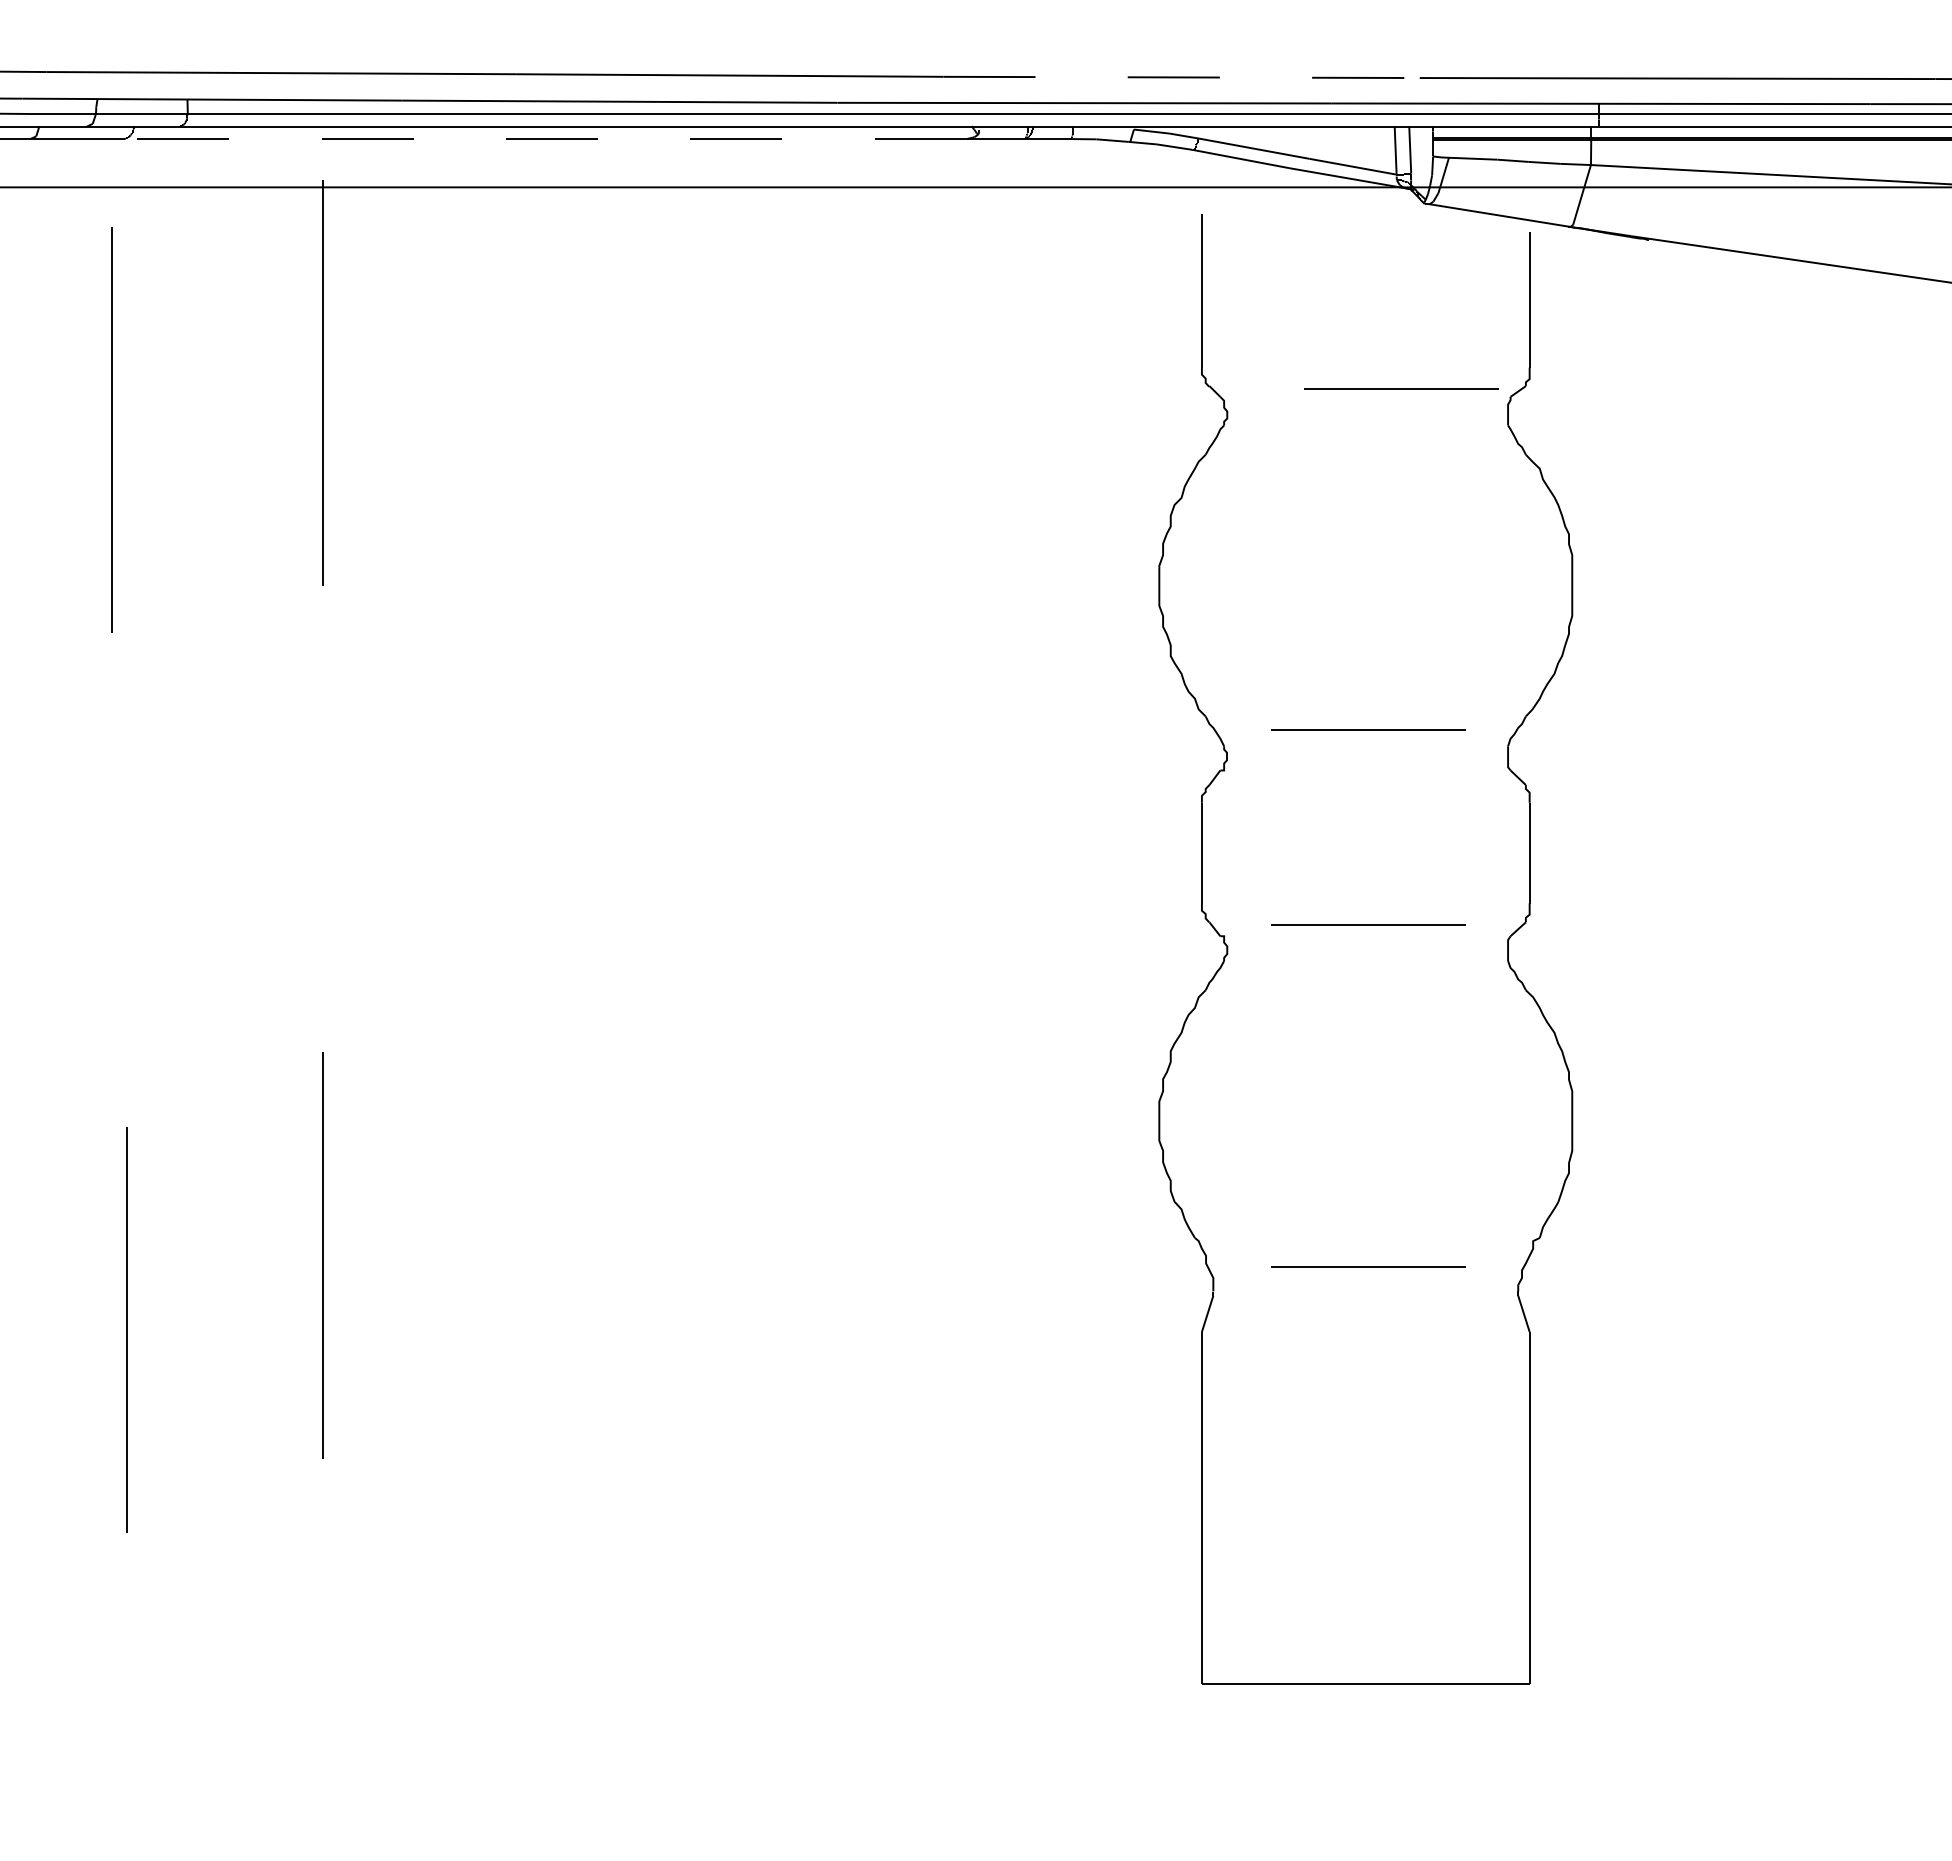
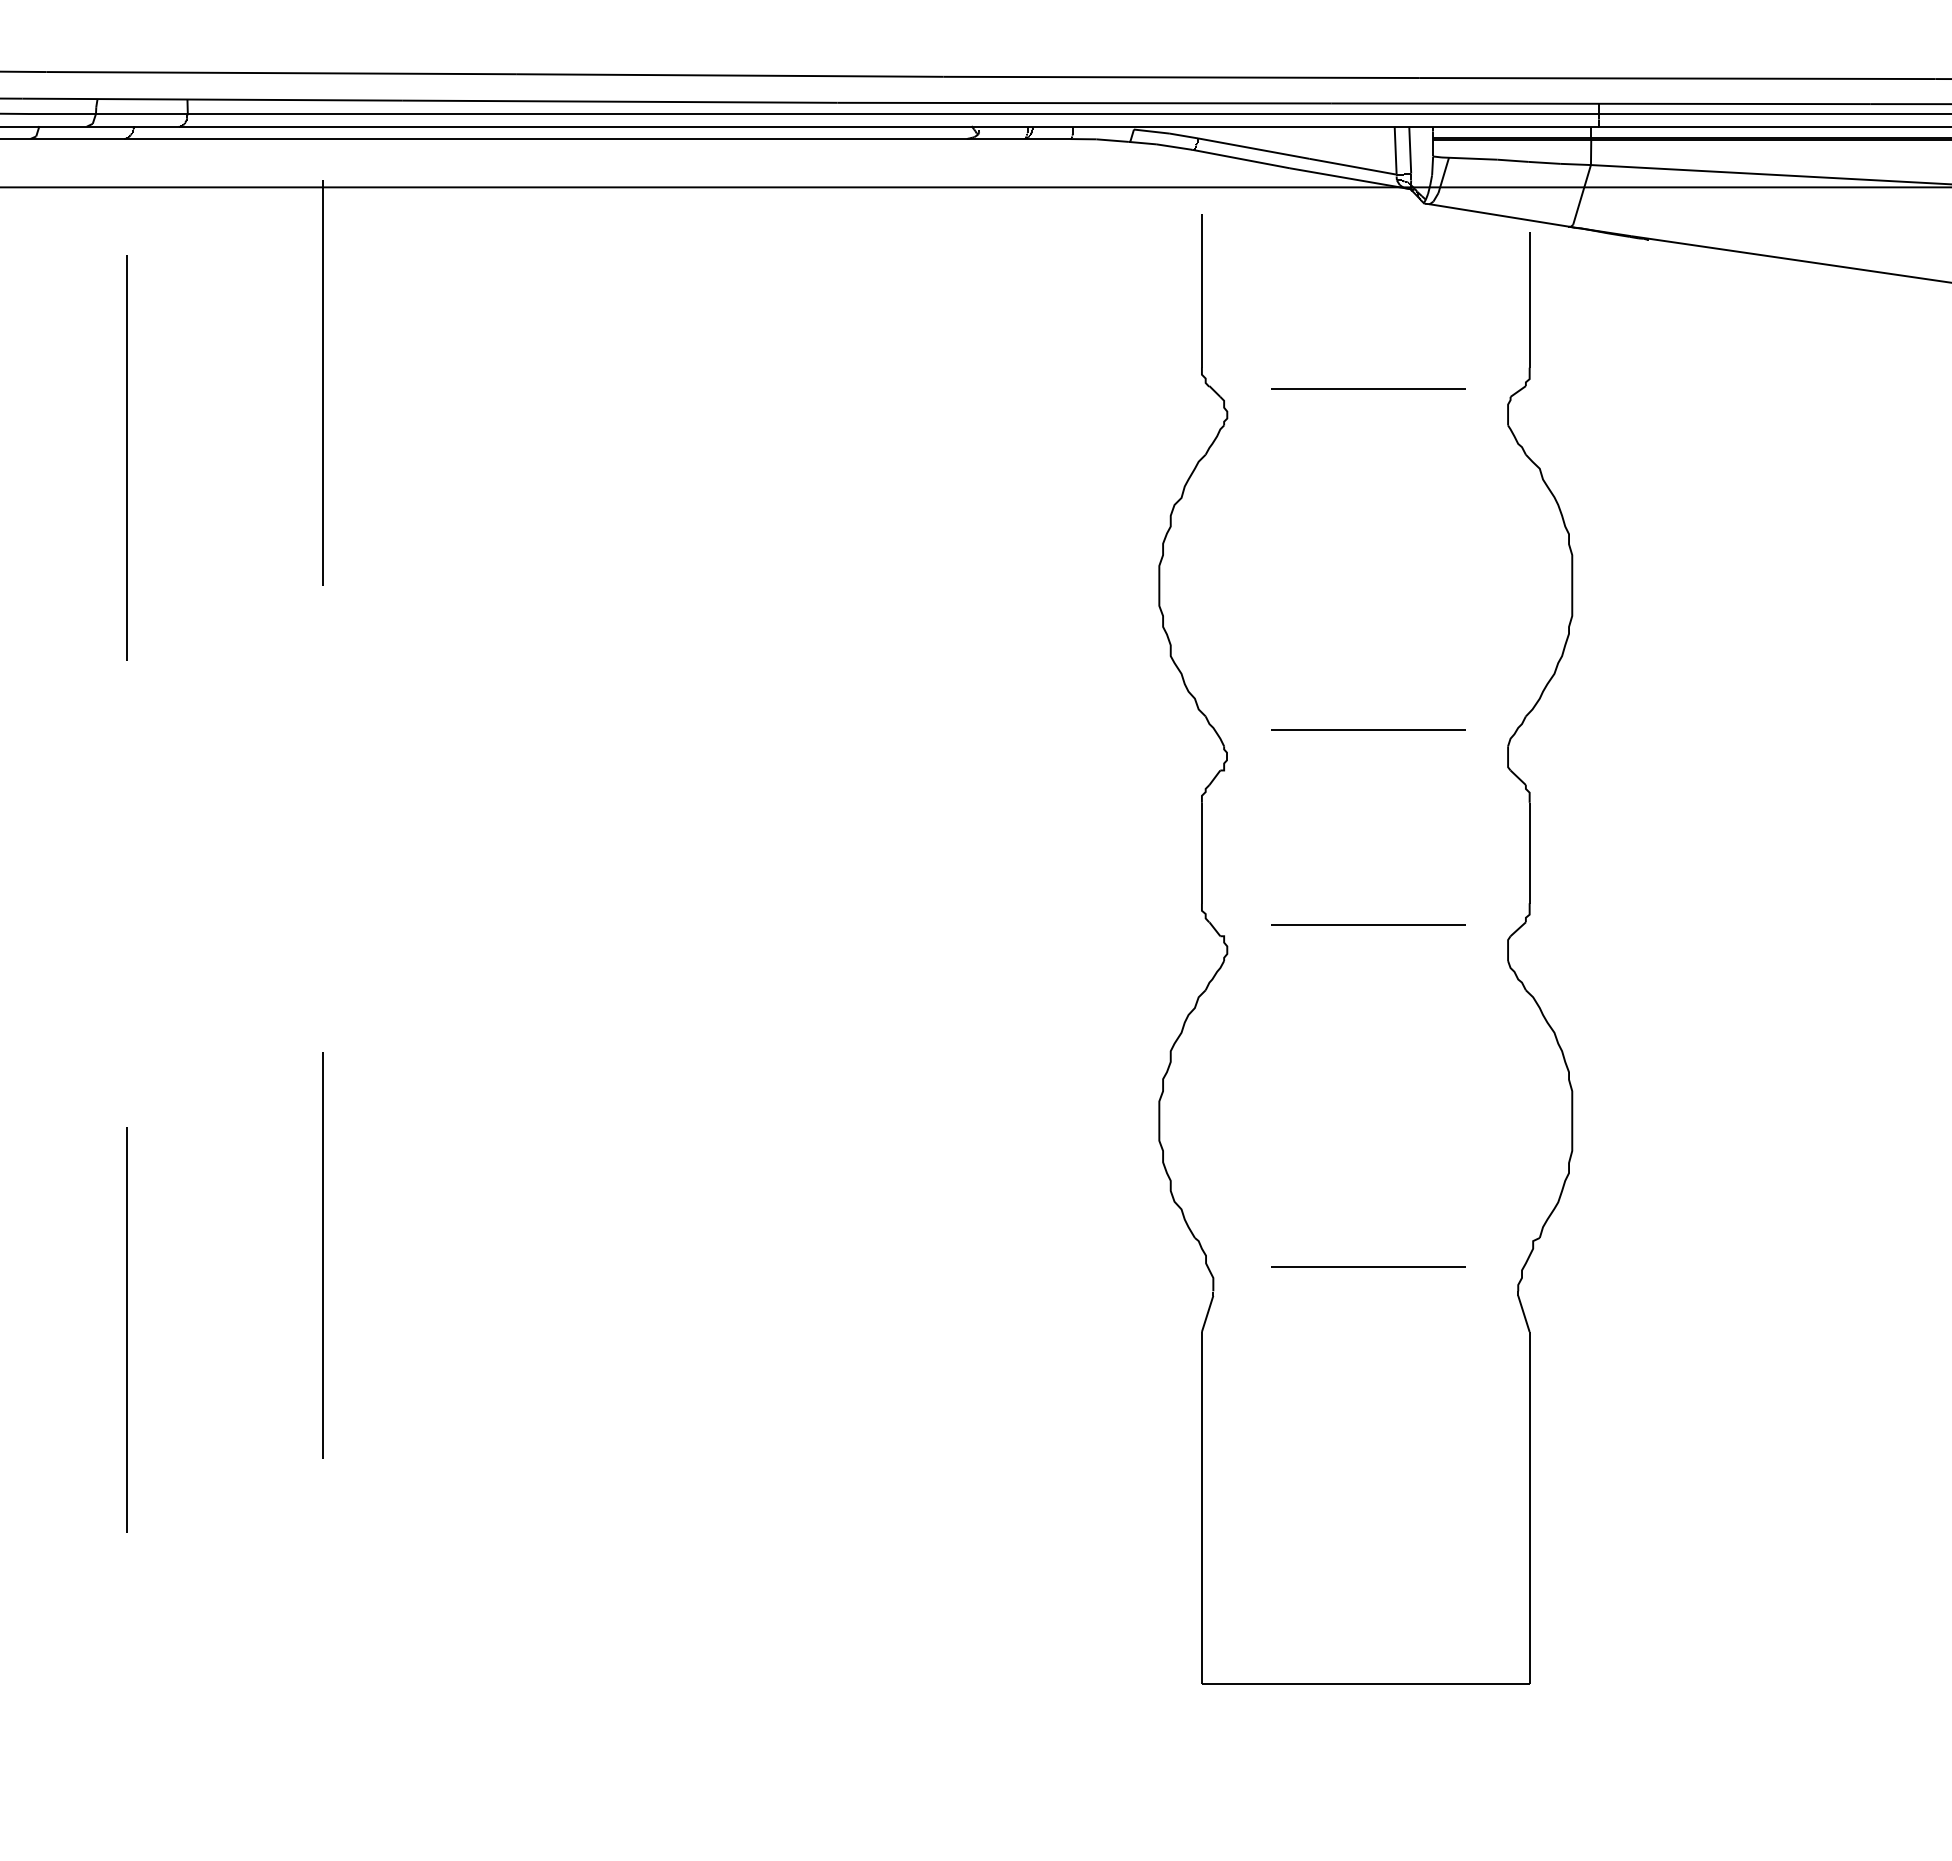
line at (1182, 77): dashed -> solid
line at (544, 139): dashed -> solid
line at (1401, 388) position: (1401, 388) -> (1368, 388)
line at (111, 429) position: (111, 429) -> (126, 457)
